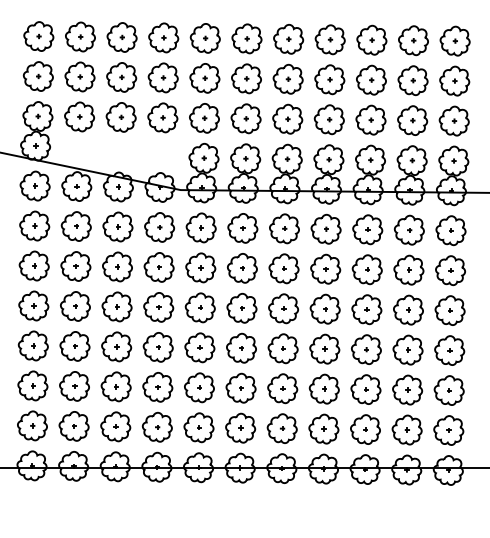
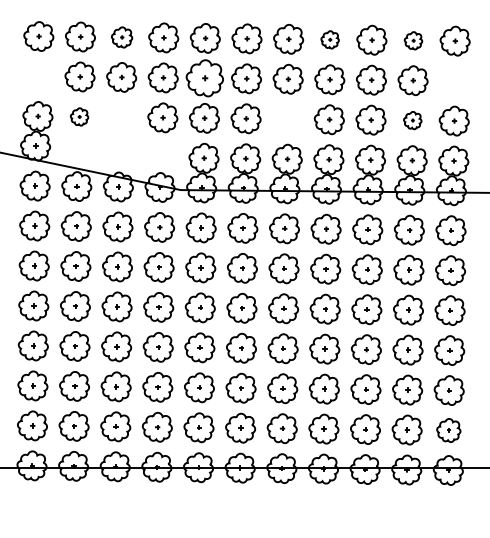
part at (121, 37) size: 32x31 px -> 23x23 px
part at (329, 39) size: 32x32 px -> 20x20 px
part at (413, 40) size: 31x32 px -> 21x20 px
part at (37, 76): present -> none
part at (204, 78) size: 32x31 px -> 39x39 px
part at (454, 80): present -> none
part at (79, 116) size: 31x32 px -> 21x20 px
part at (120, 117): present -> none
part at (287, 118): present -> none
part at (412, 120) size: 32x31 px -> 20x20 px
part at (448, 430) size: 32x31 px -> 26x25 px
